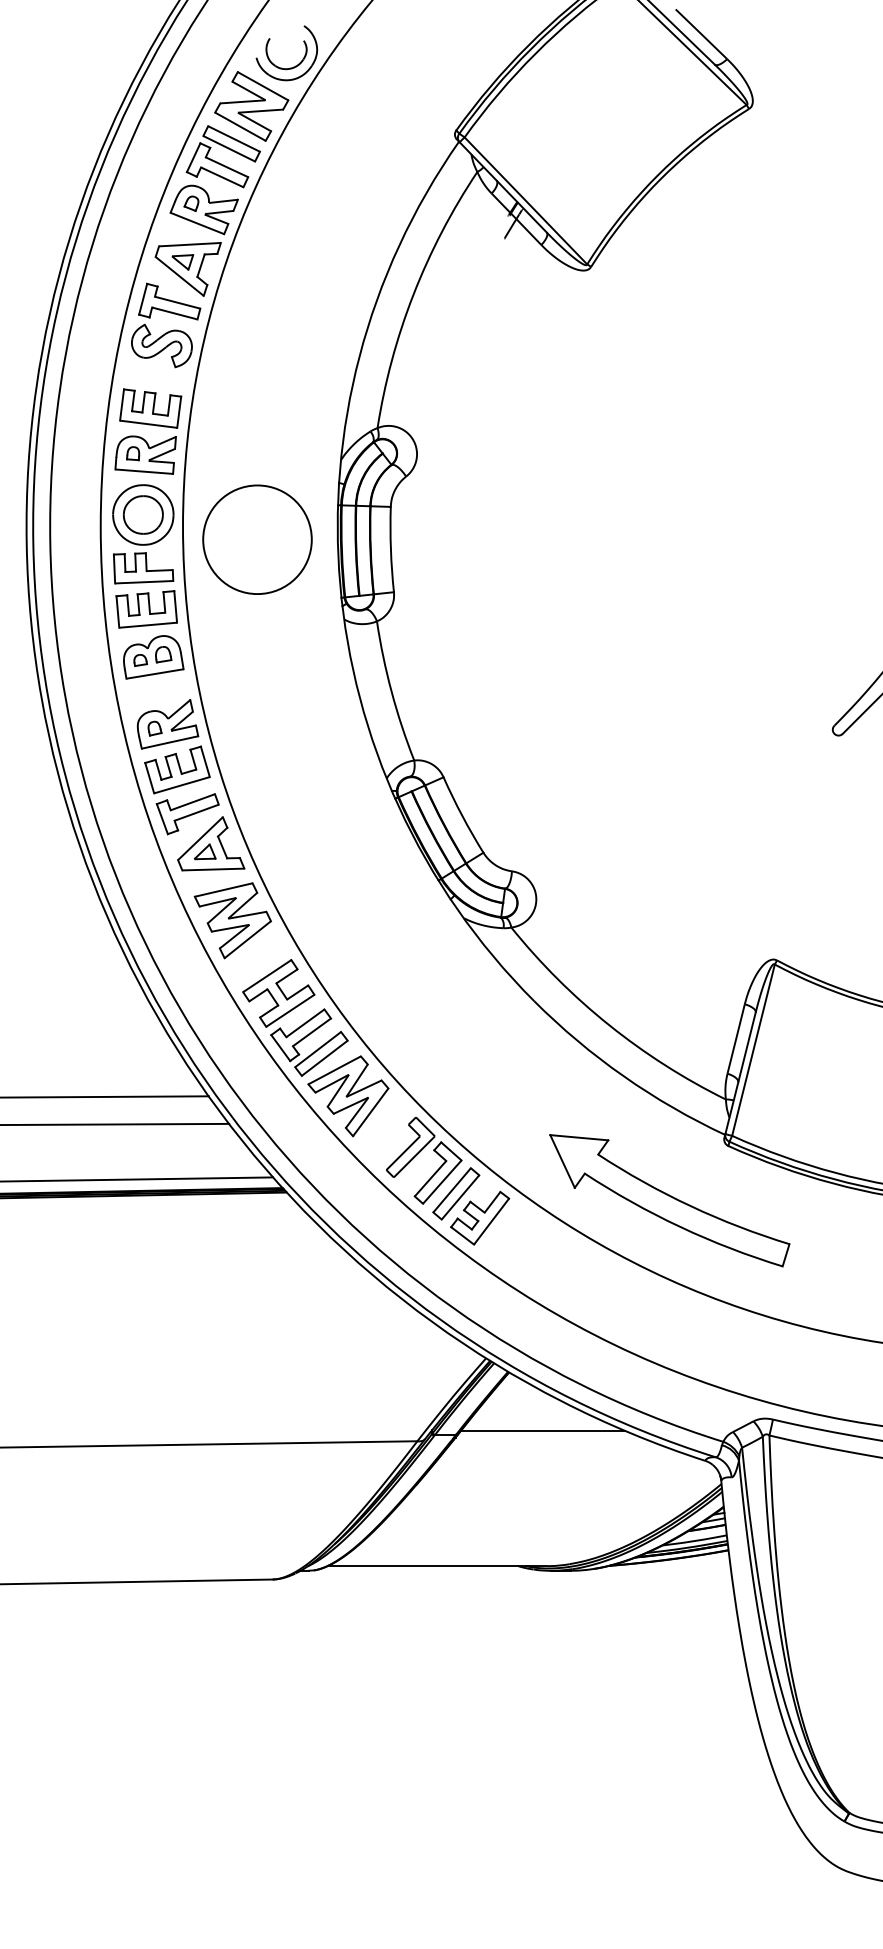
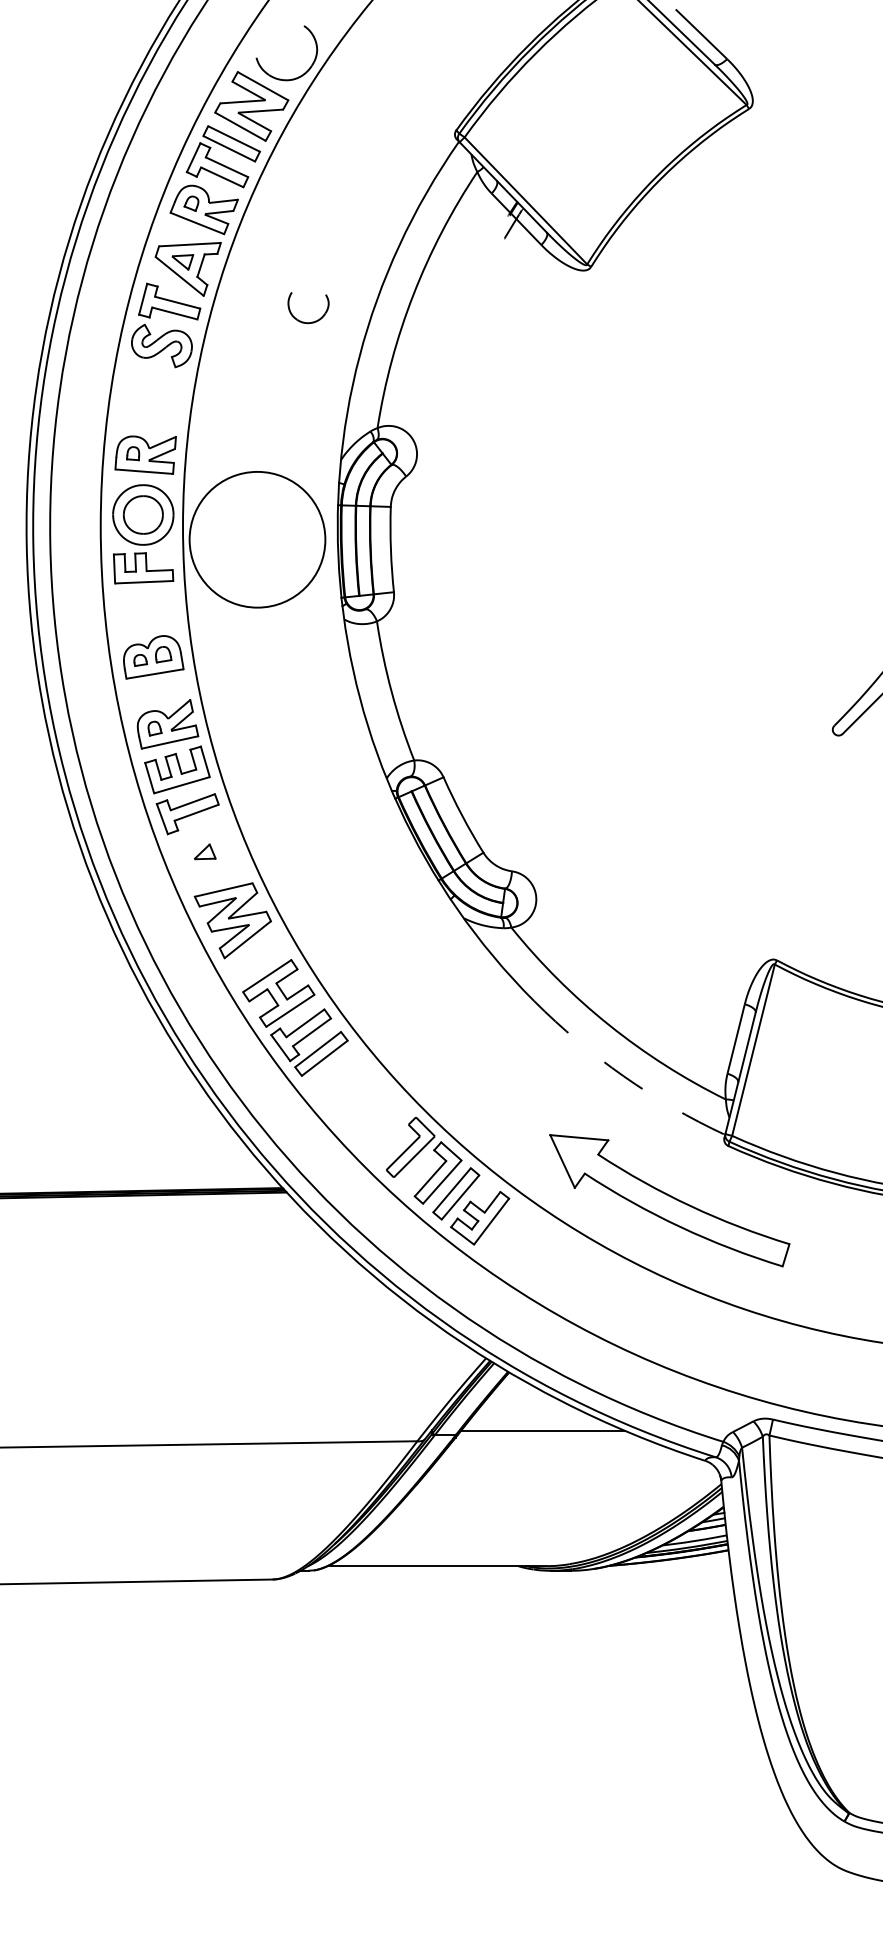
part at (290, 67) position: (290, 67) -> (312, 321)
part at (150, 408): present -> none
circle at (257, 539) diameter: 109 px -> 136 px
part at (146, 609): present -> none
part at (211, 843): present -> none
arc at (623, 1076): solid -> dashed
line at (105, 1096): present -> none
part at (348, 1096): present -> none
line at (115, 1124): present -> none
line at (137, 1179): present -> none
